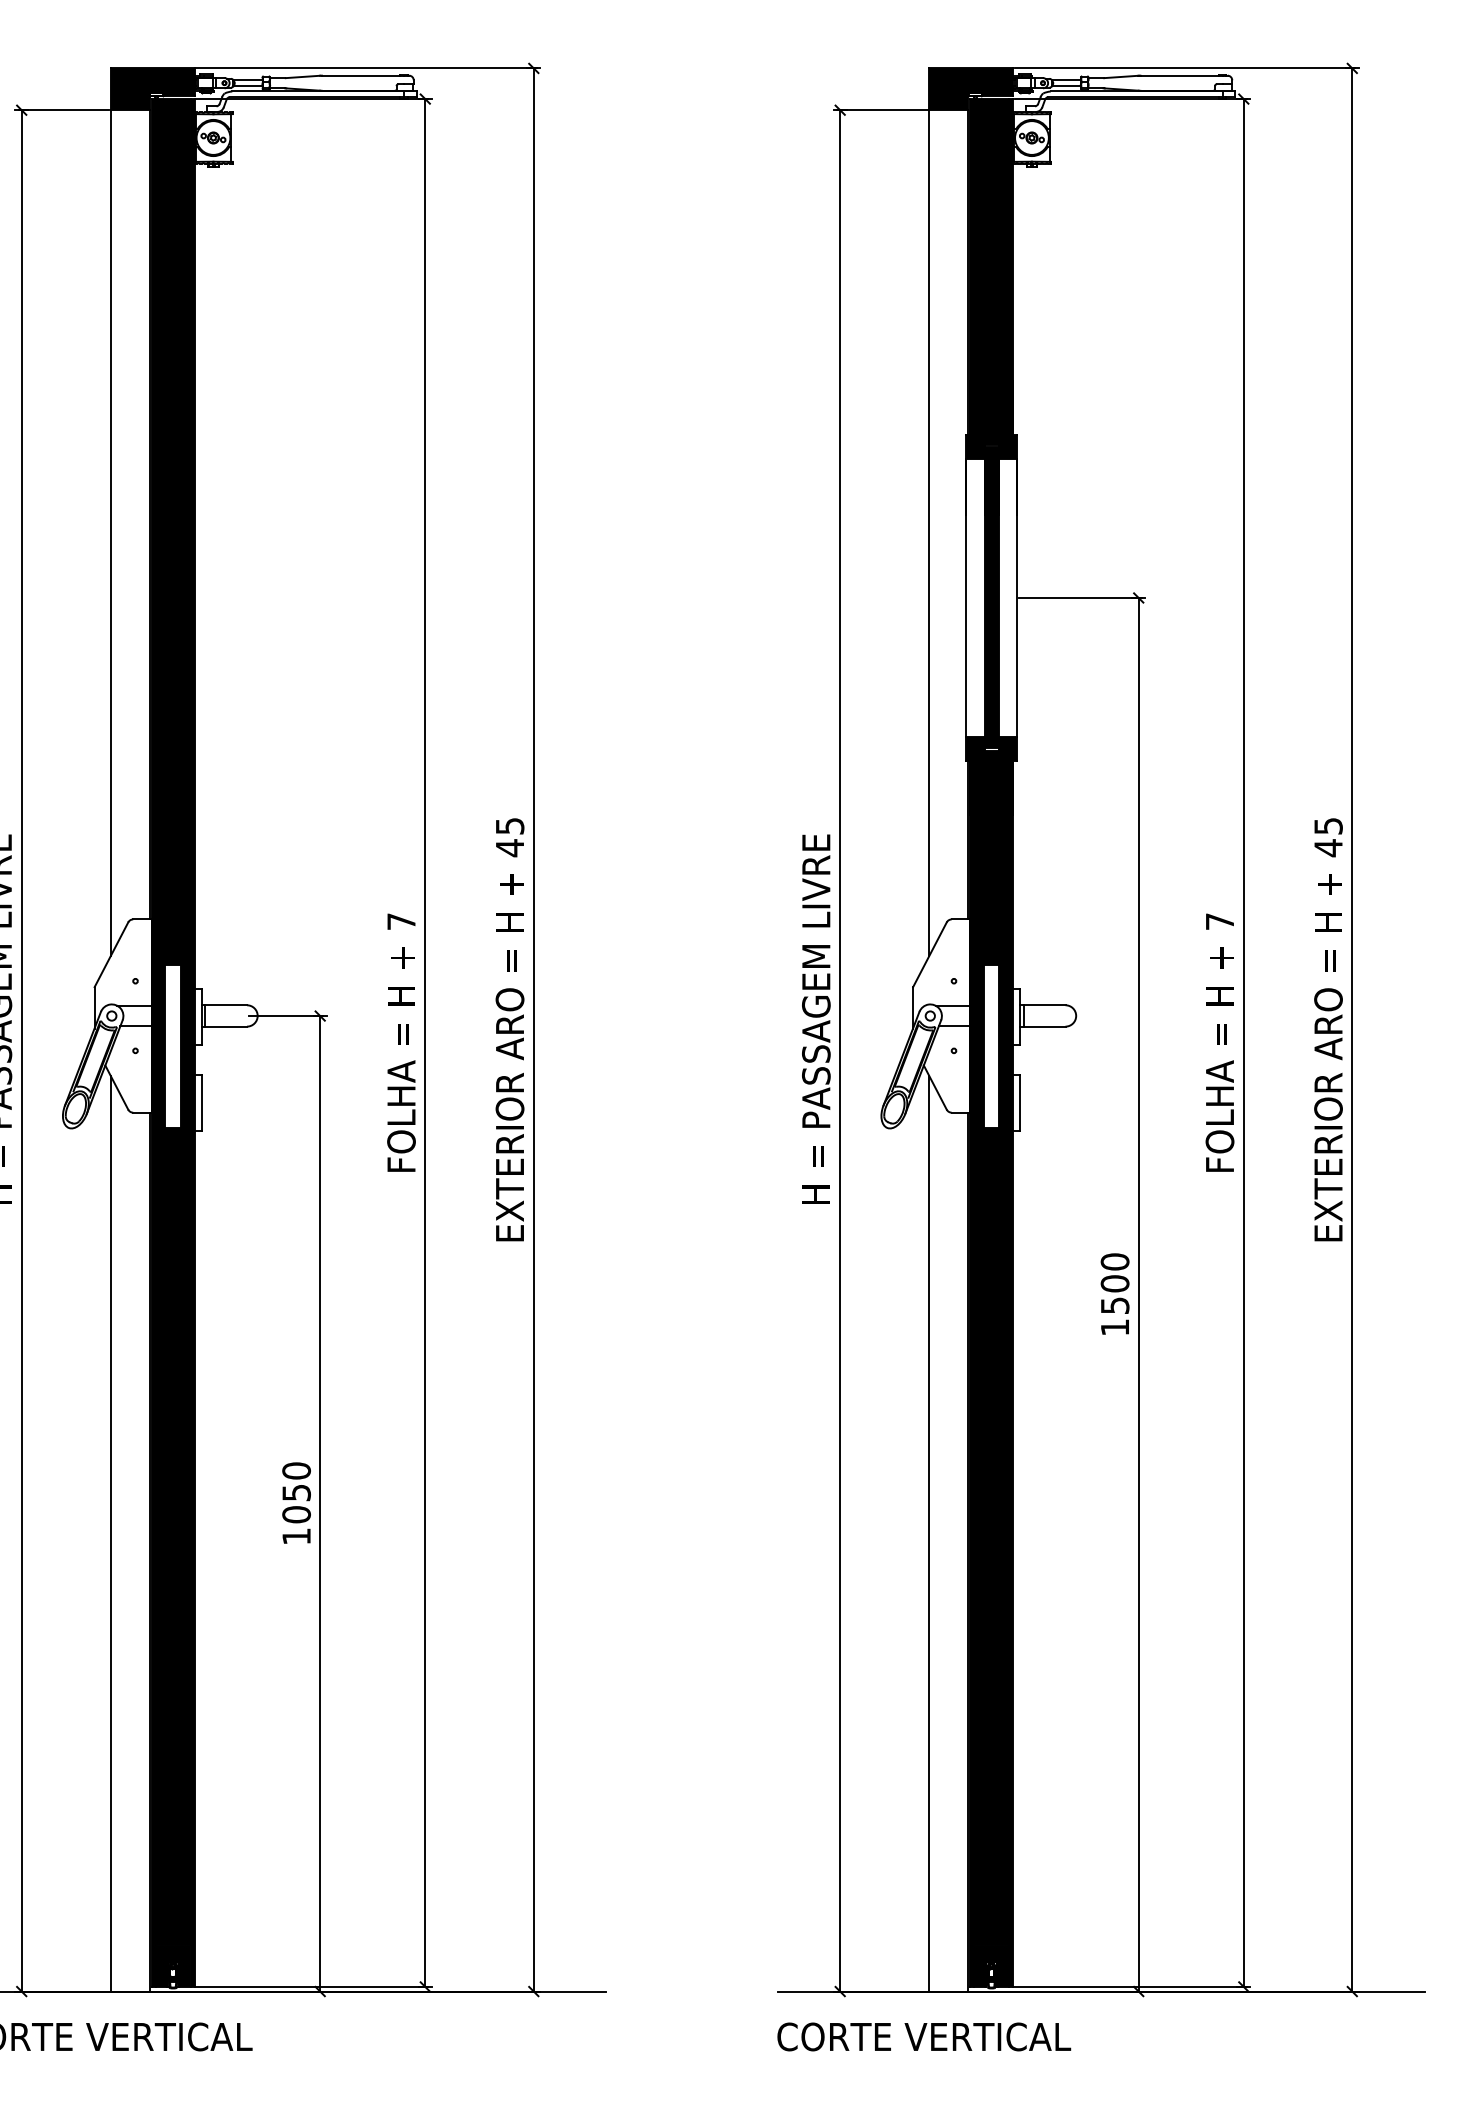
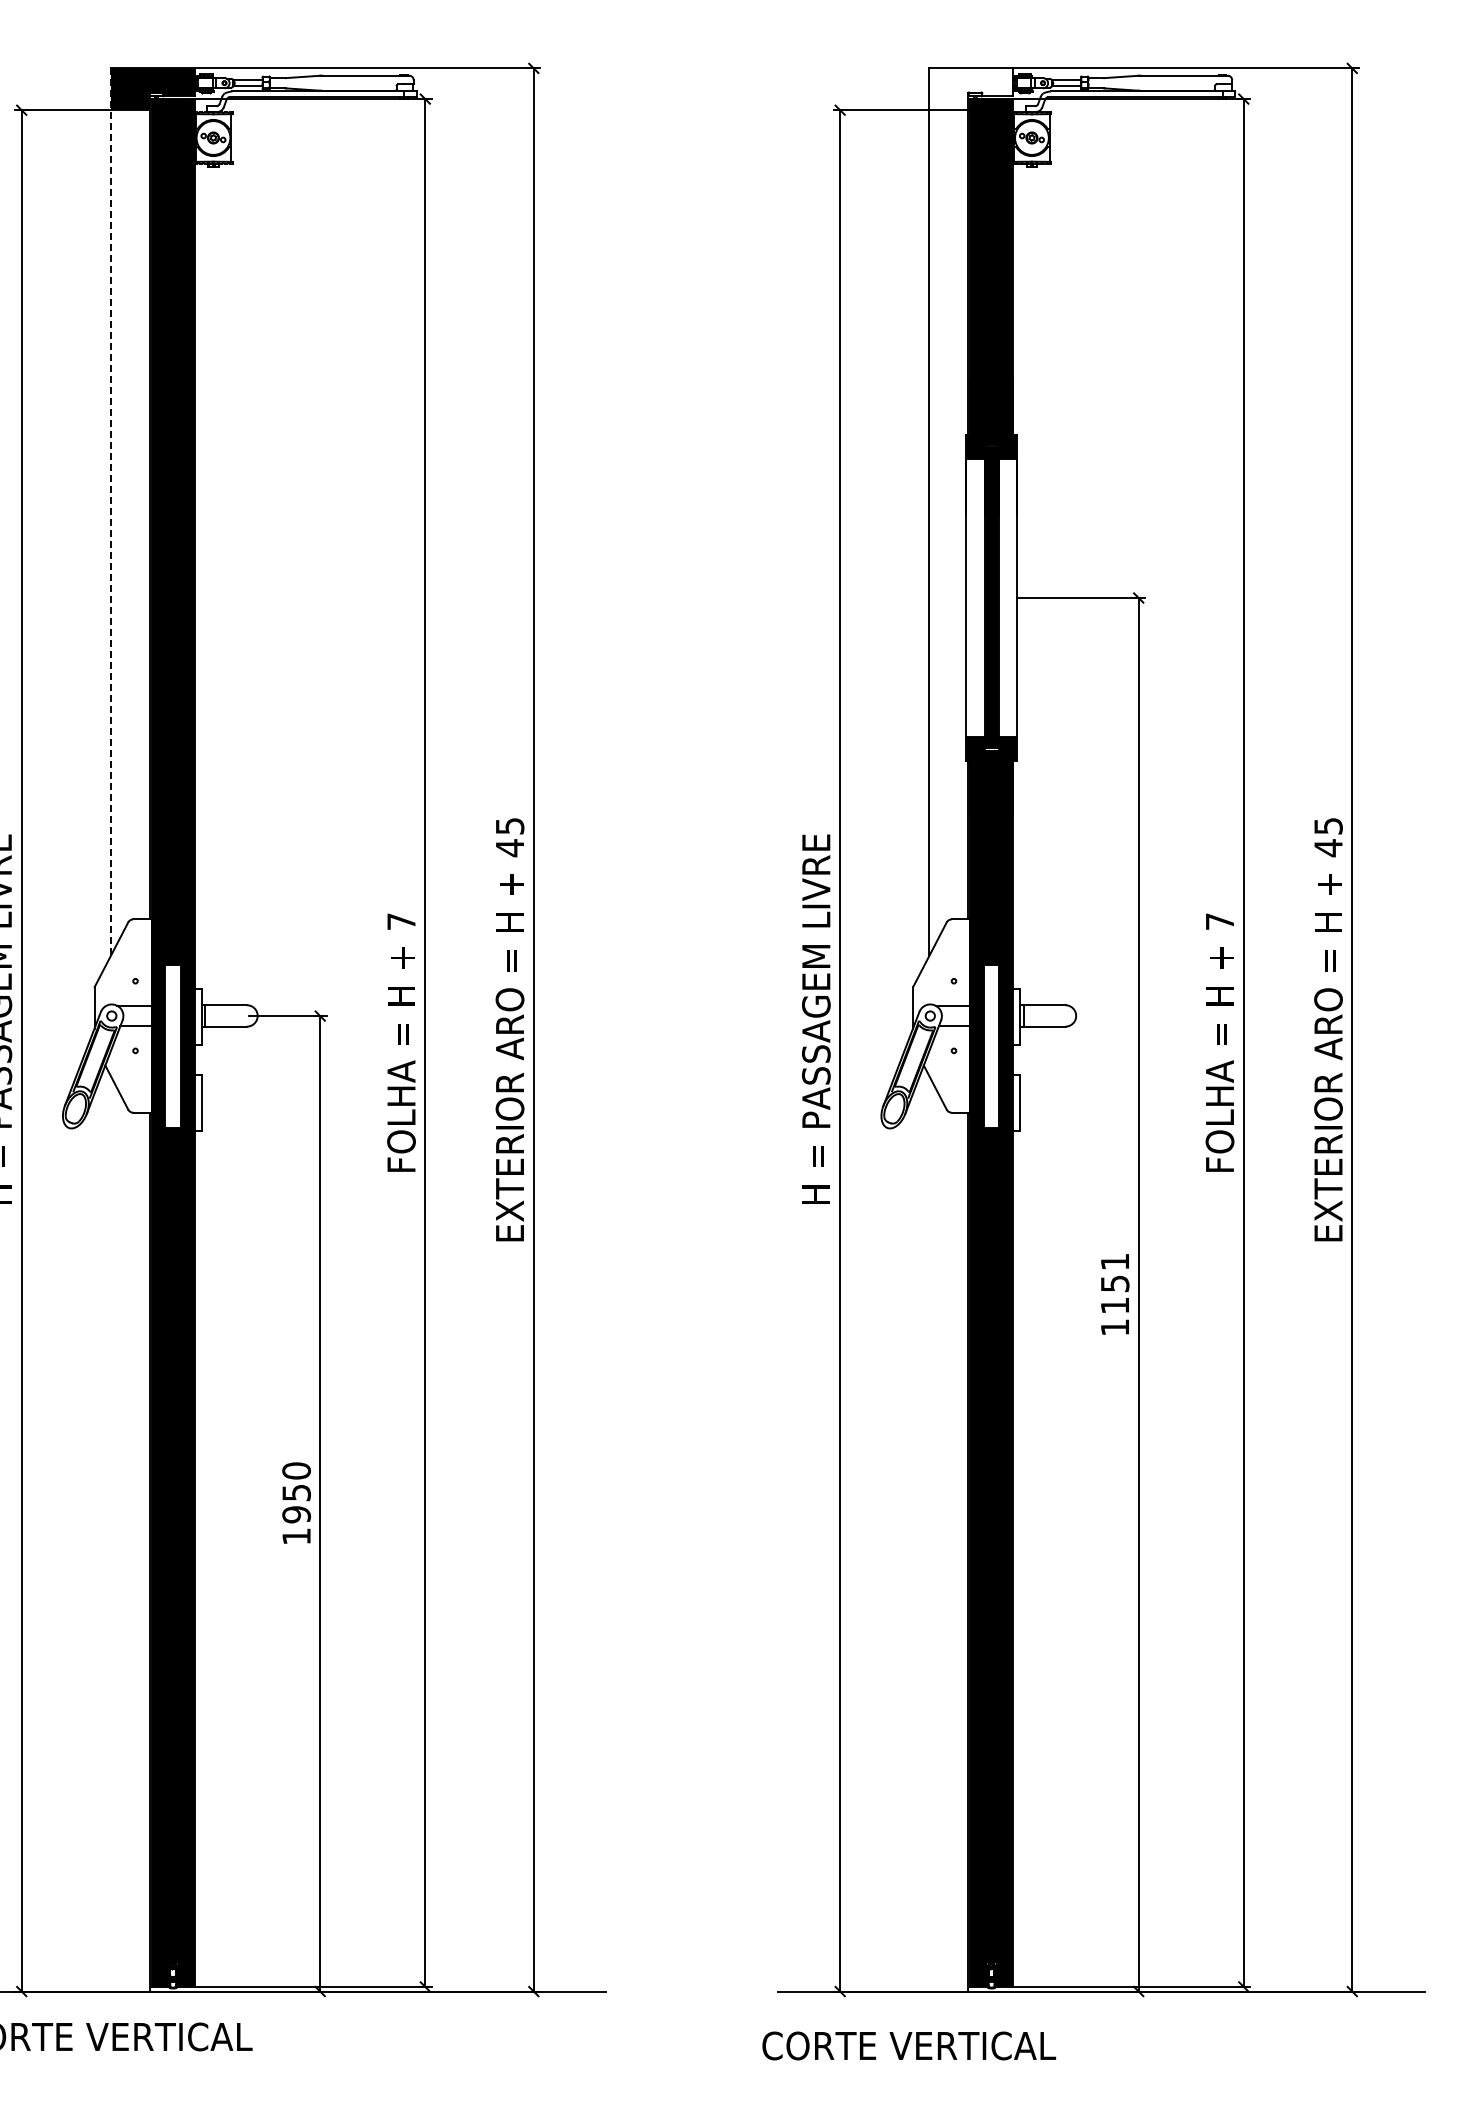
fill at (971, 89): present -> none
line at (110, 512): solid -> dashed
text at (1114, 1283): 1500 -> 1151
text at (296, 1514): 1050 -> 1950
line at (110, 1533): present -> none
line at (929, 1533): present -> none
text at (924, 2036) position: (924, 2036) -> (909, 2045)
